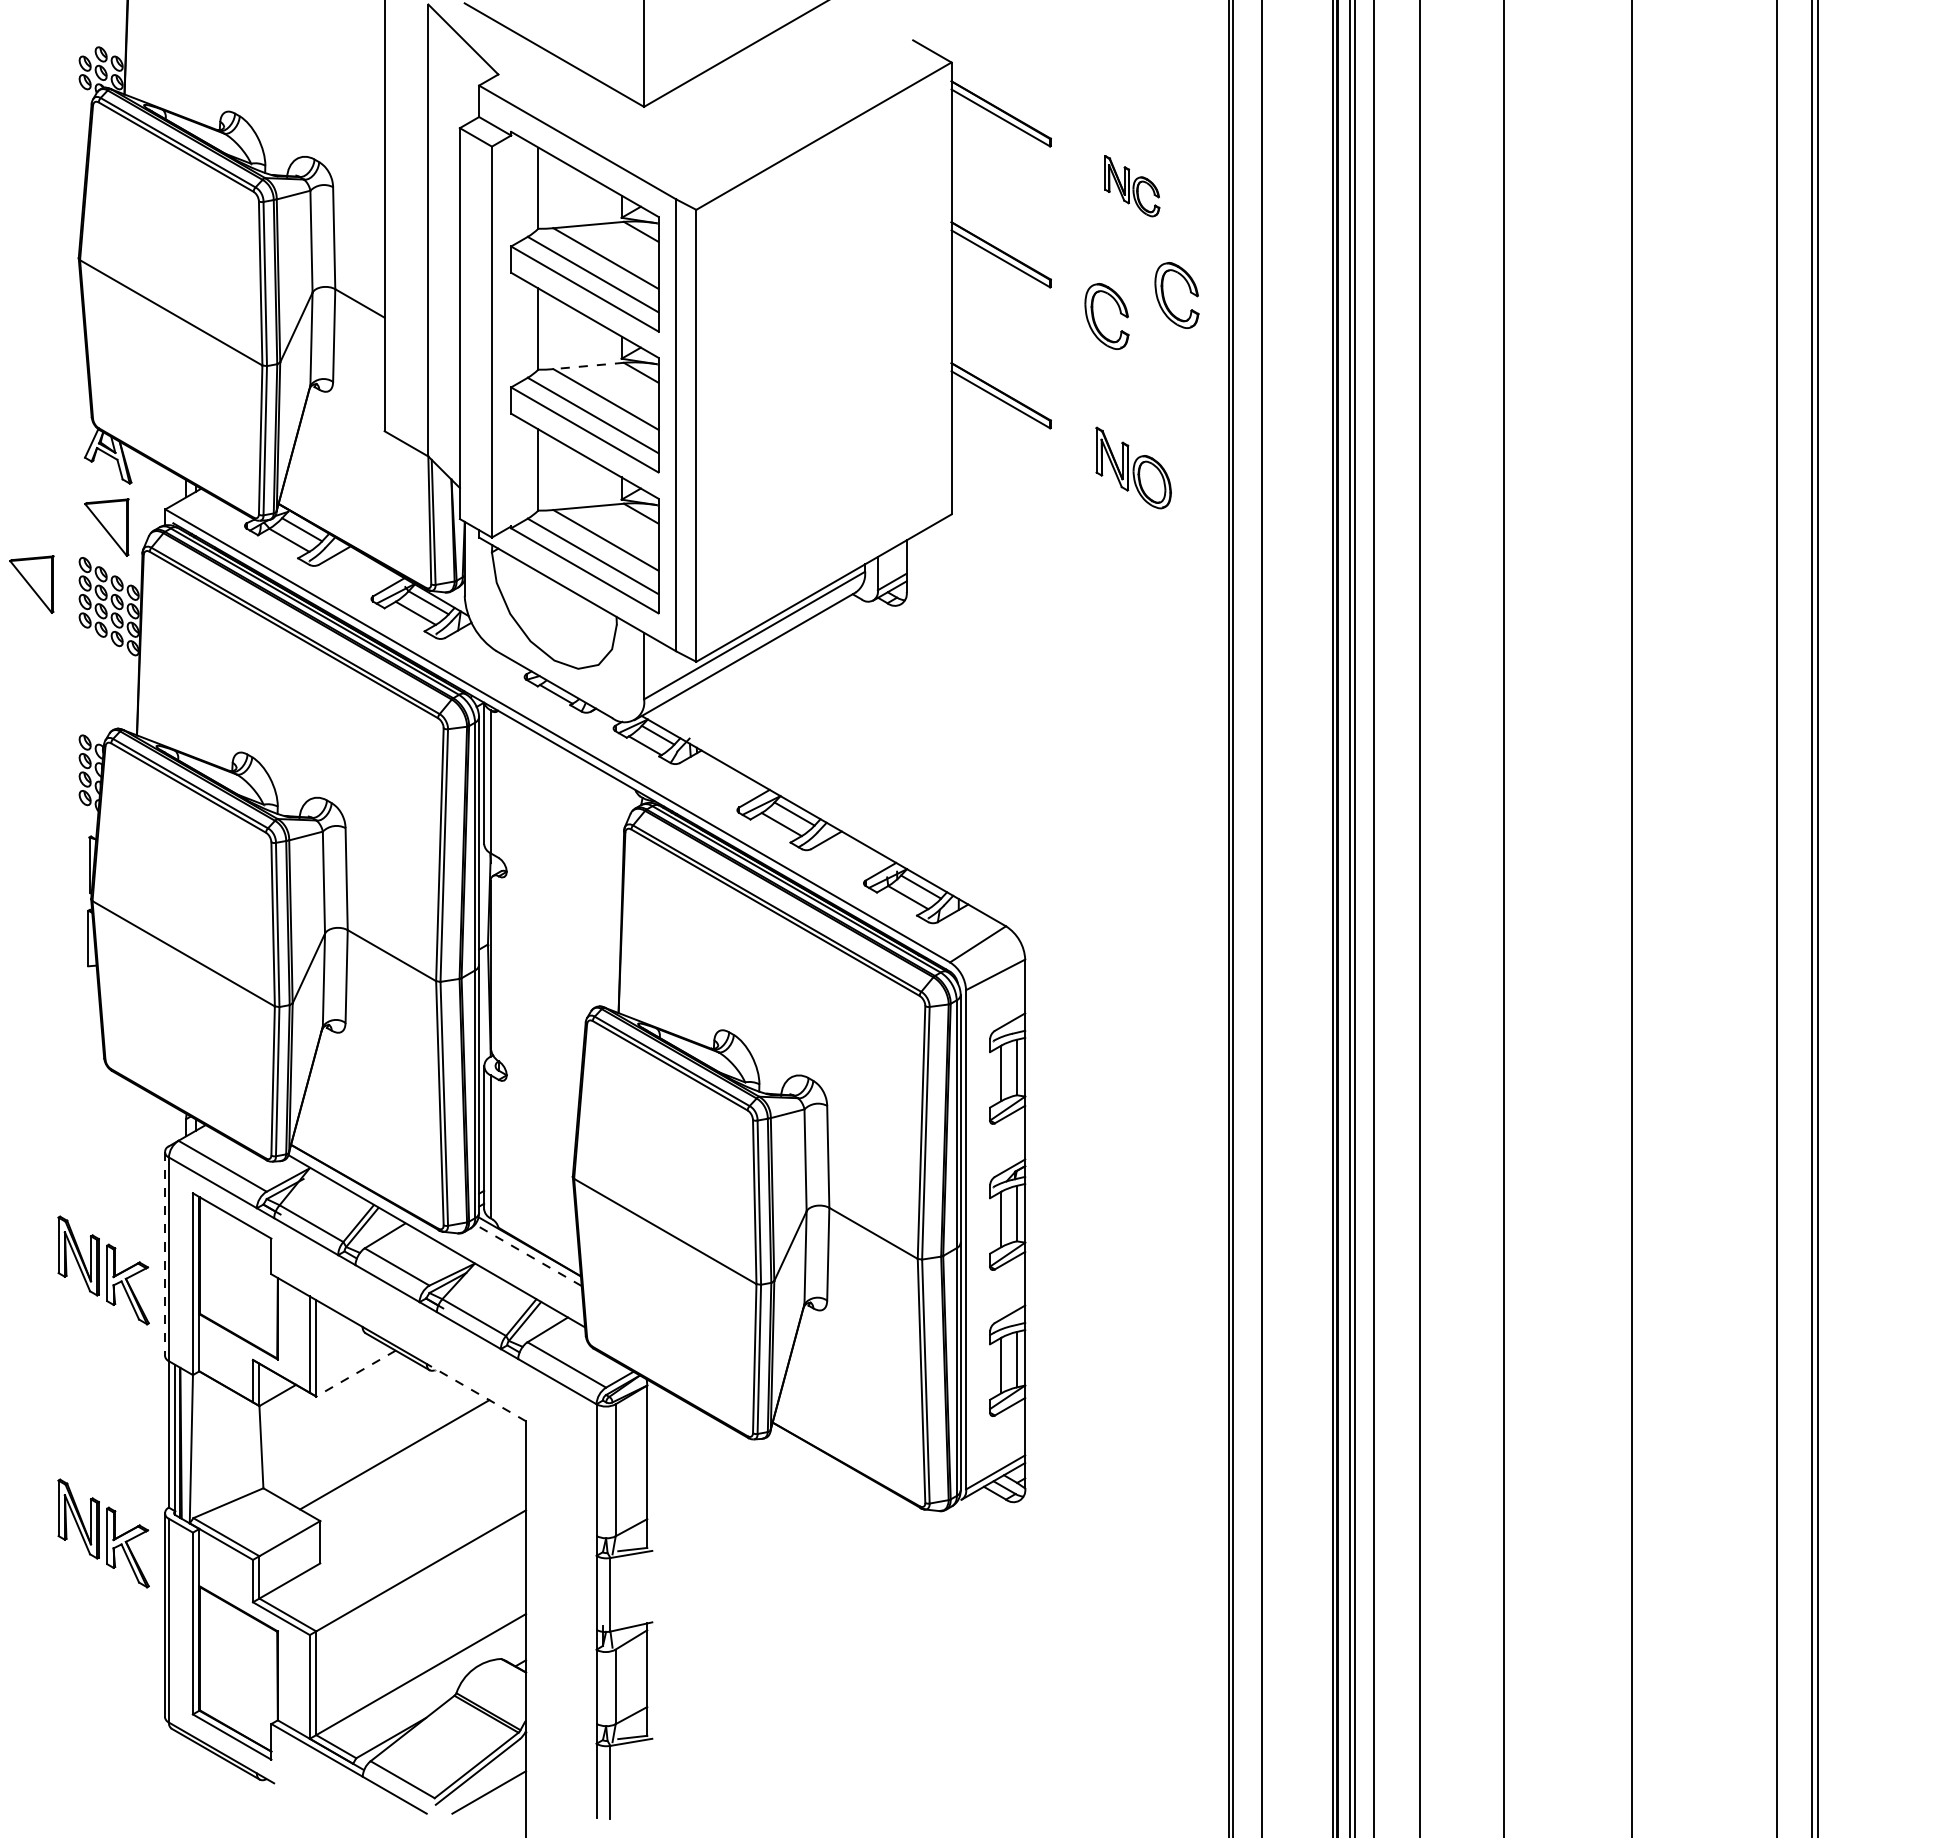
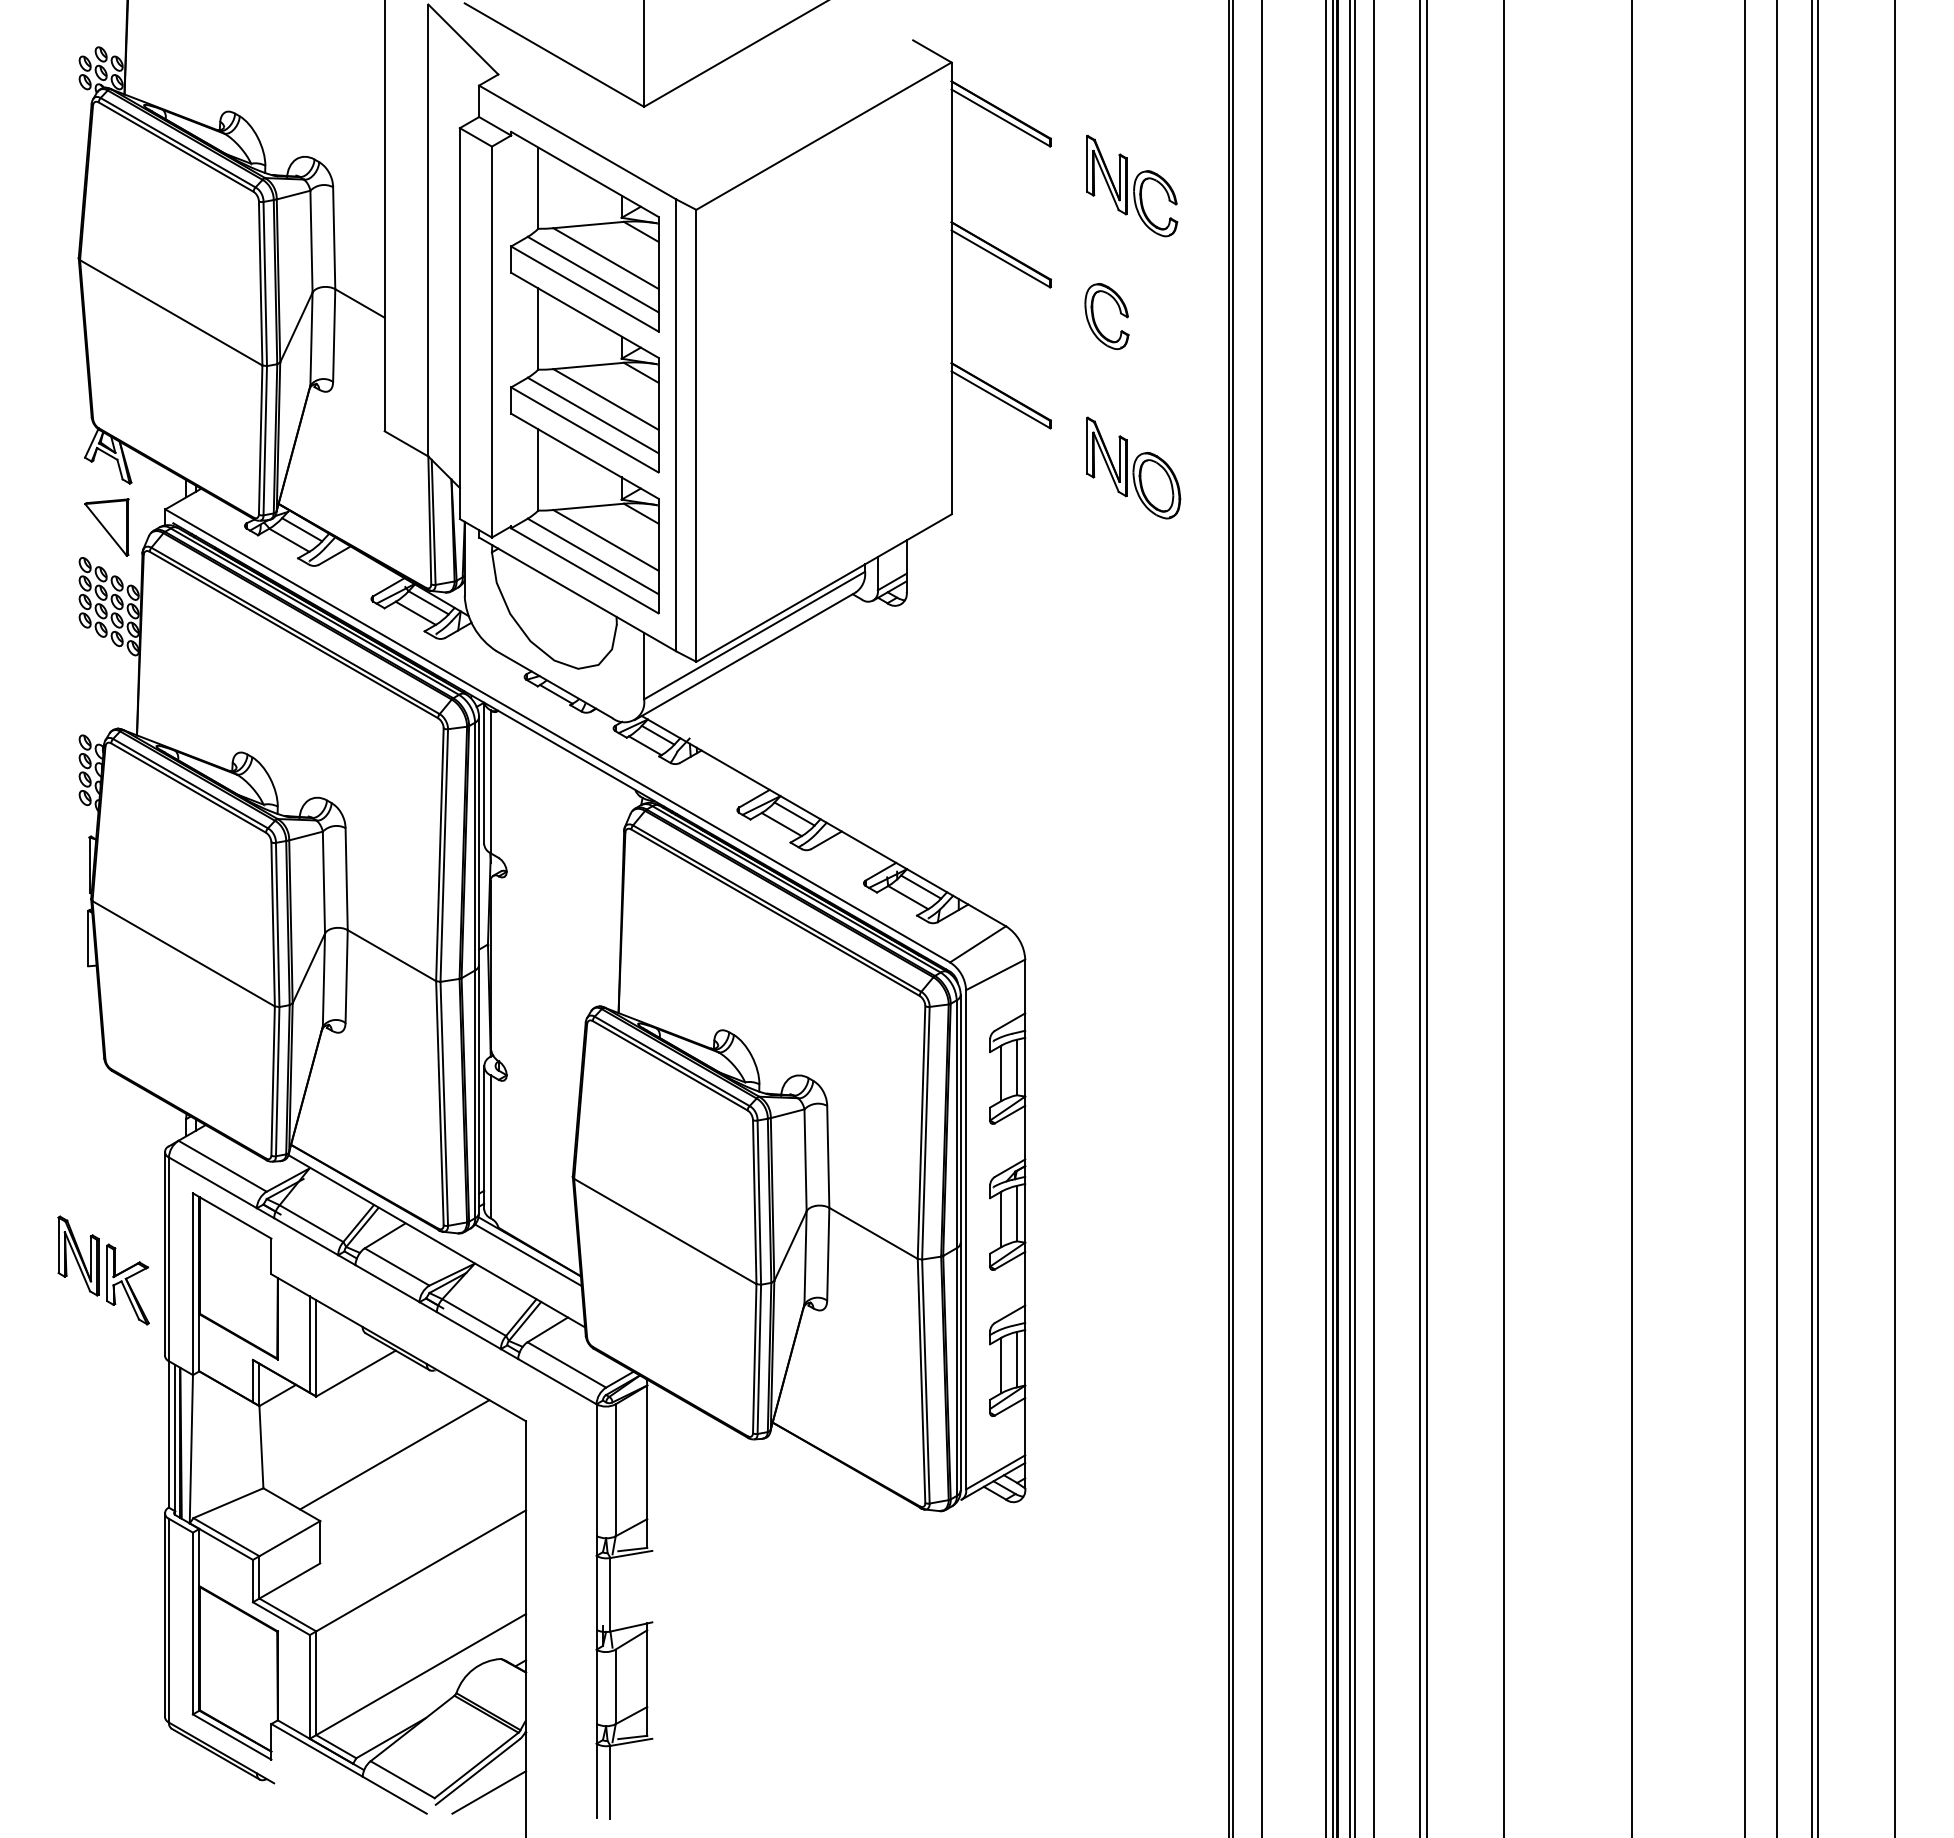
part at (1132, 186) size: 57x63 px -> 93x103 px
part at (1165, 299): present -> none
line at (588, 366): dashed -> solid
part at (1133, 467) size: 77x84 px -> 96x104 px
part at (31, 584): present -> none
line at (1326, 918): none -> present
line at (1426, 918): none -> present
line at (1745, 918): none -> present
line at (1895, 918): none -> present
line at (164, 1253): dashed -> solid
line at (528, 1255): dashed -> solid
line at (356, 1373): dashed -> solid
line at (475, 1392): dashed -> solid
part at (103, 1533): present -> none
